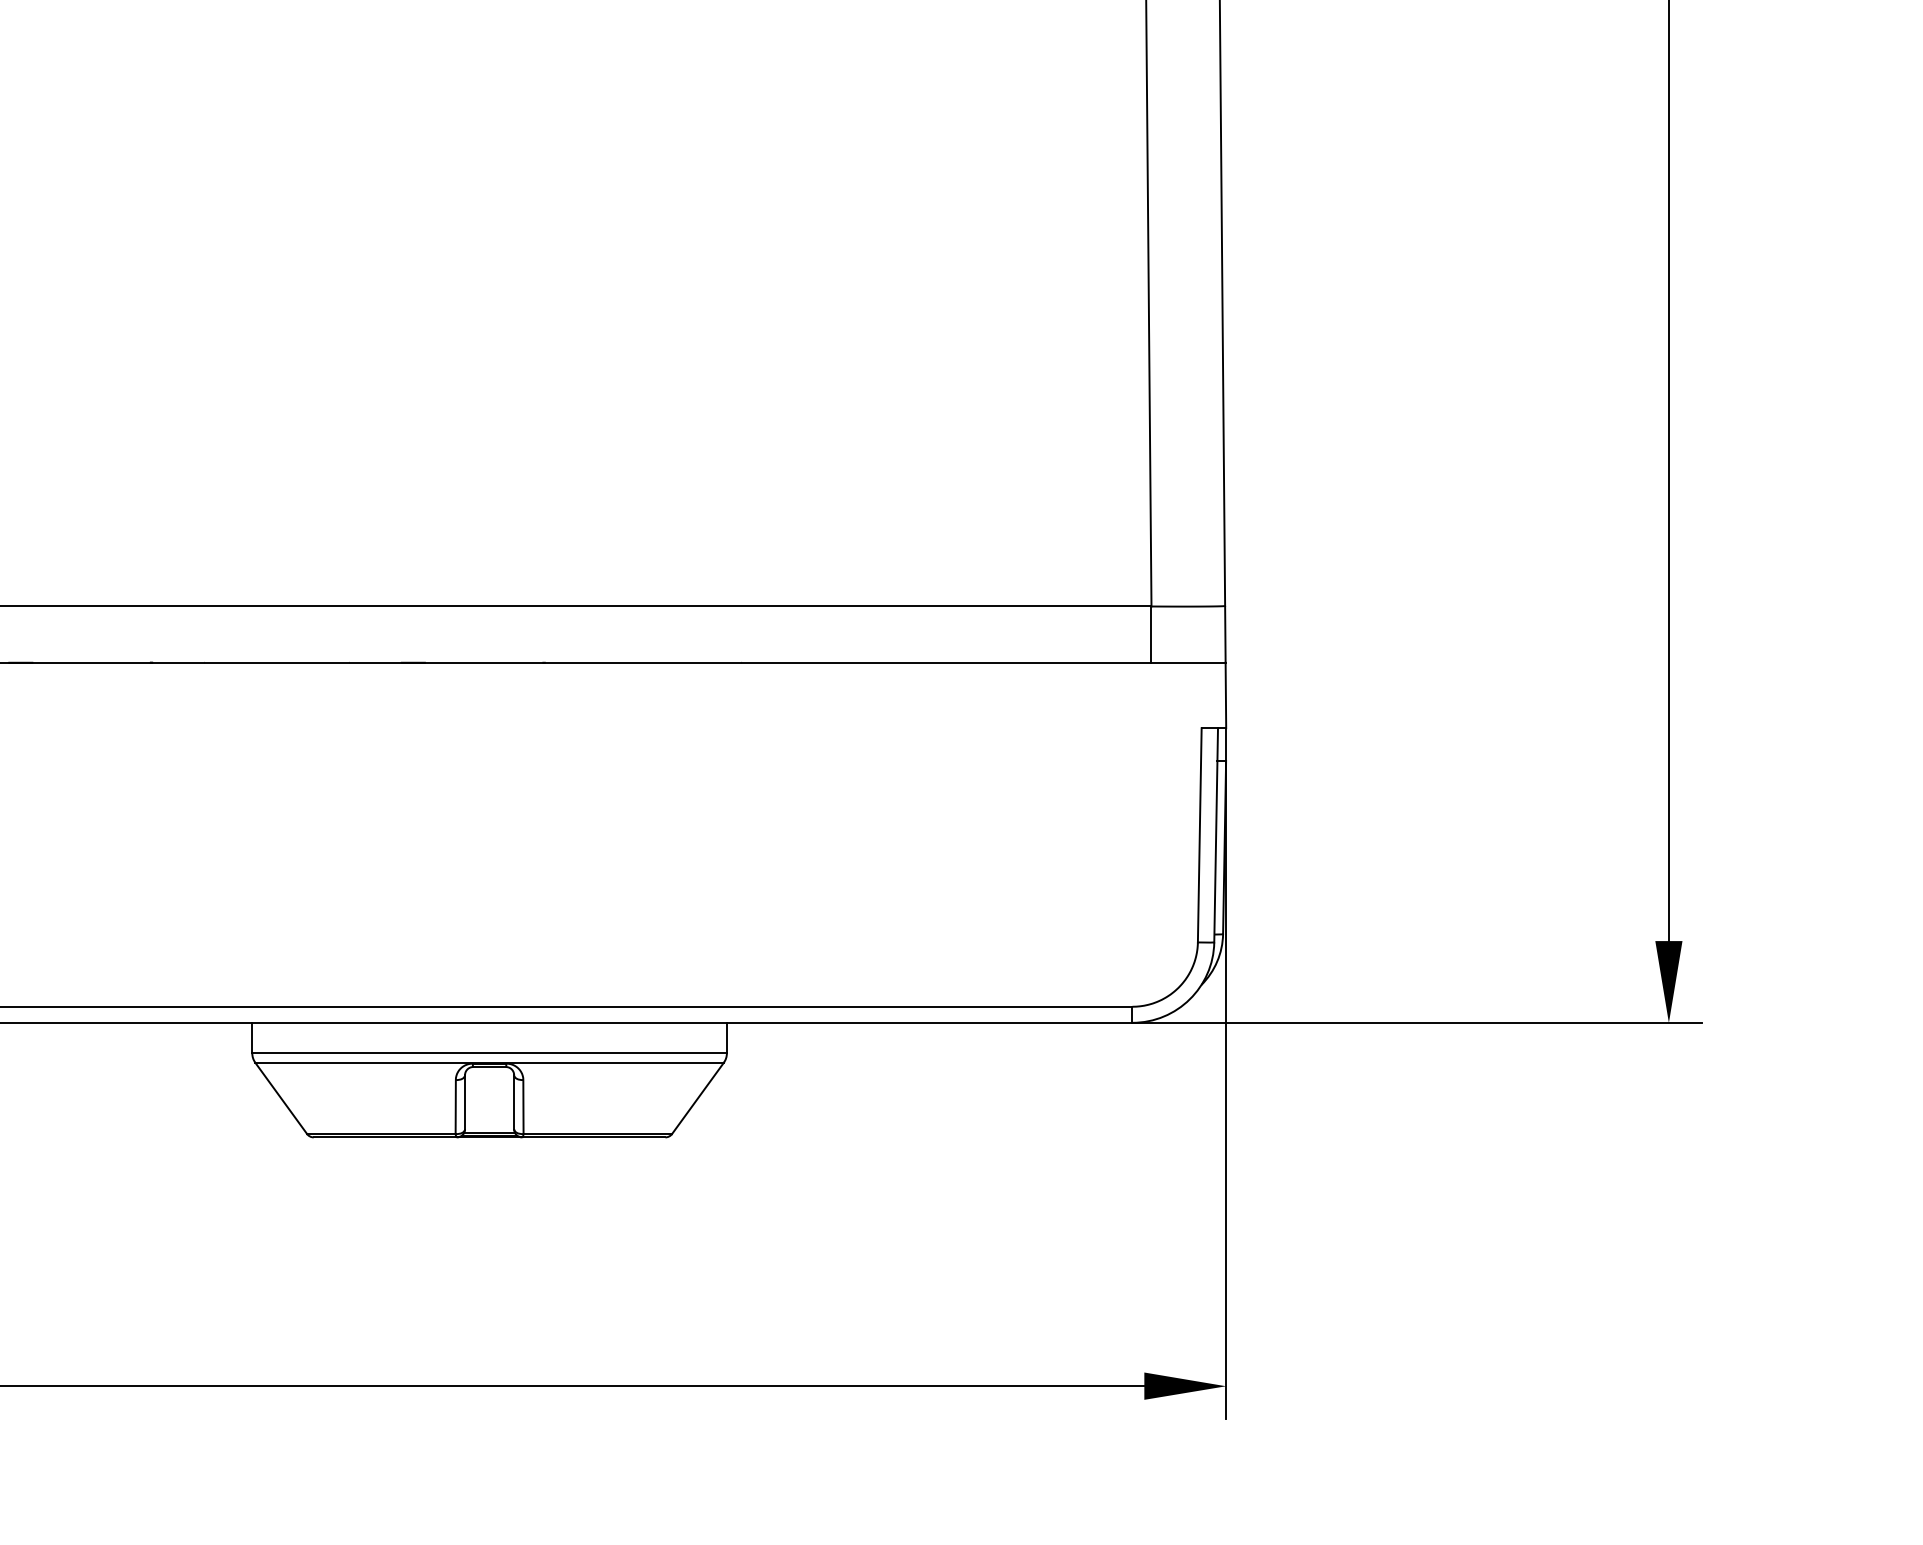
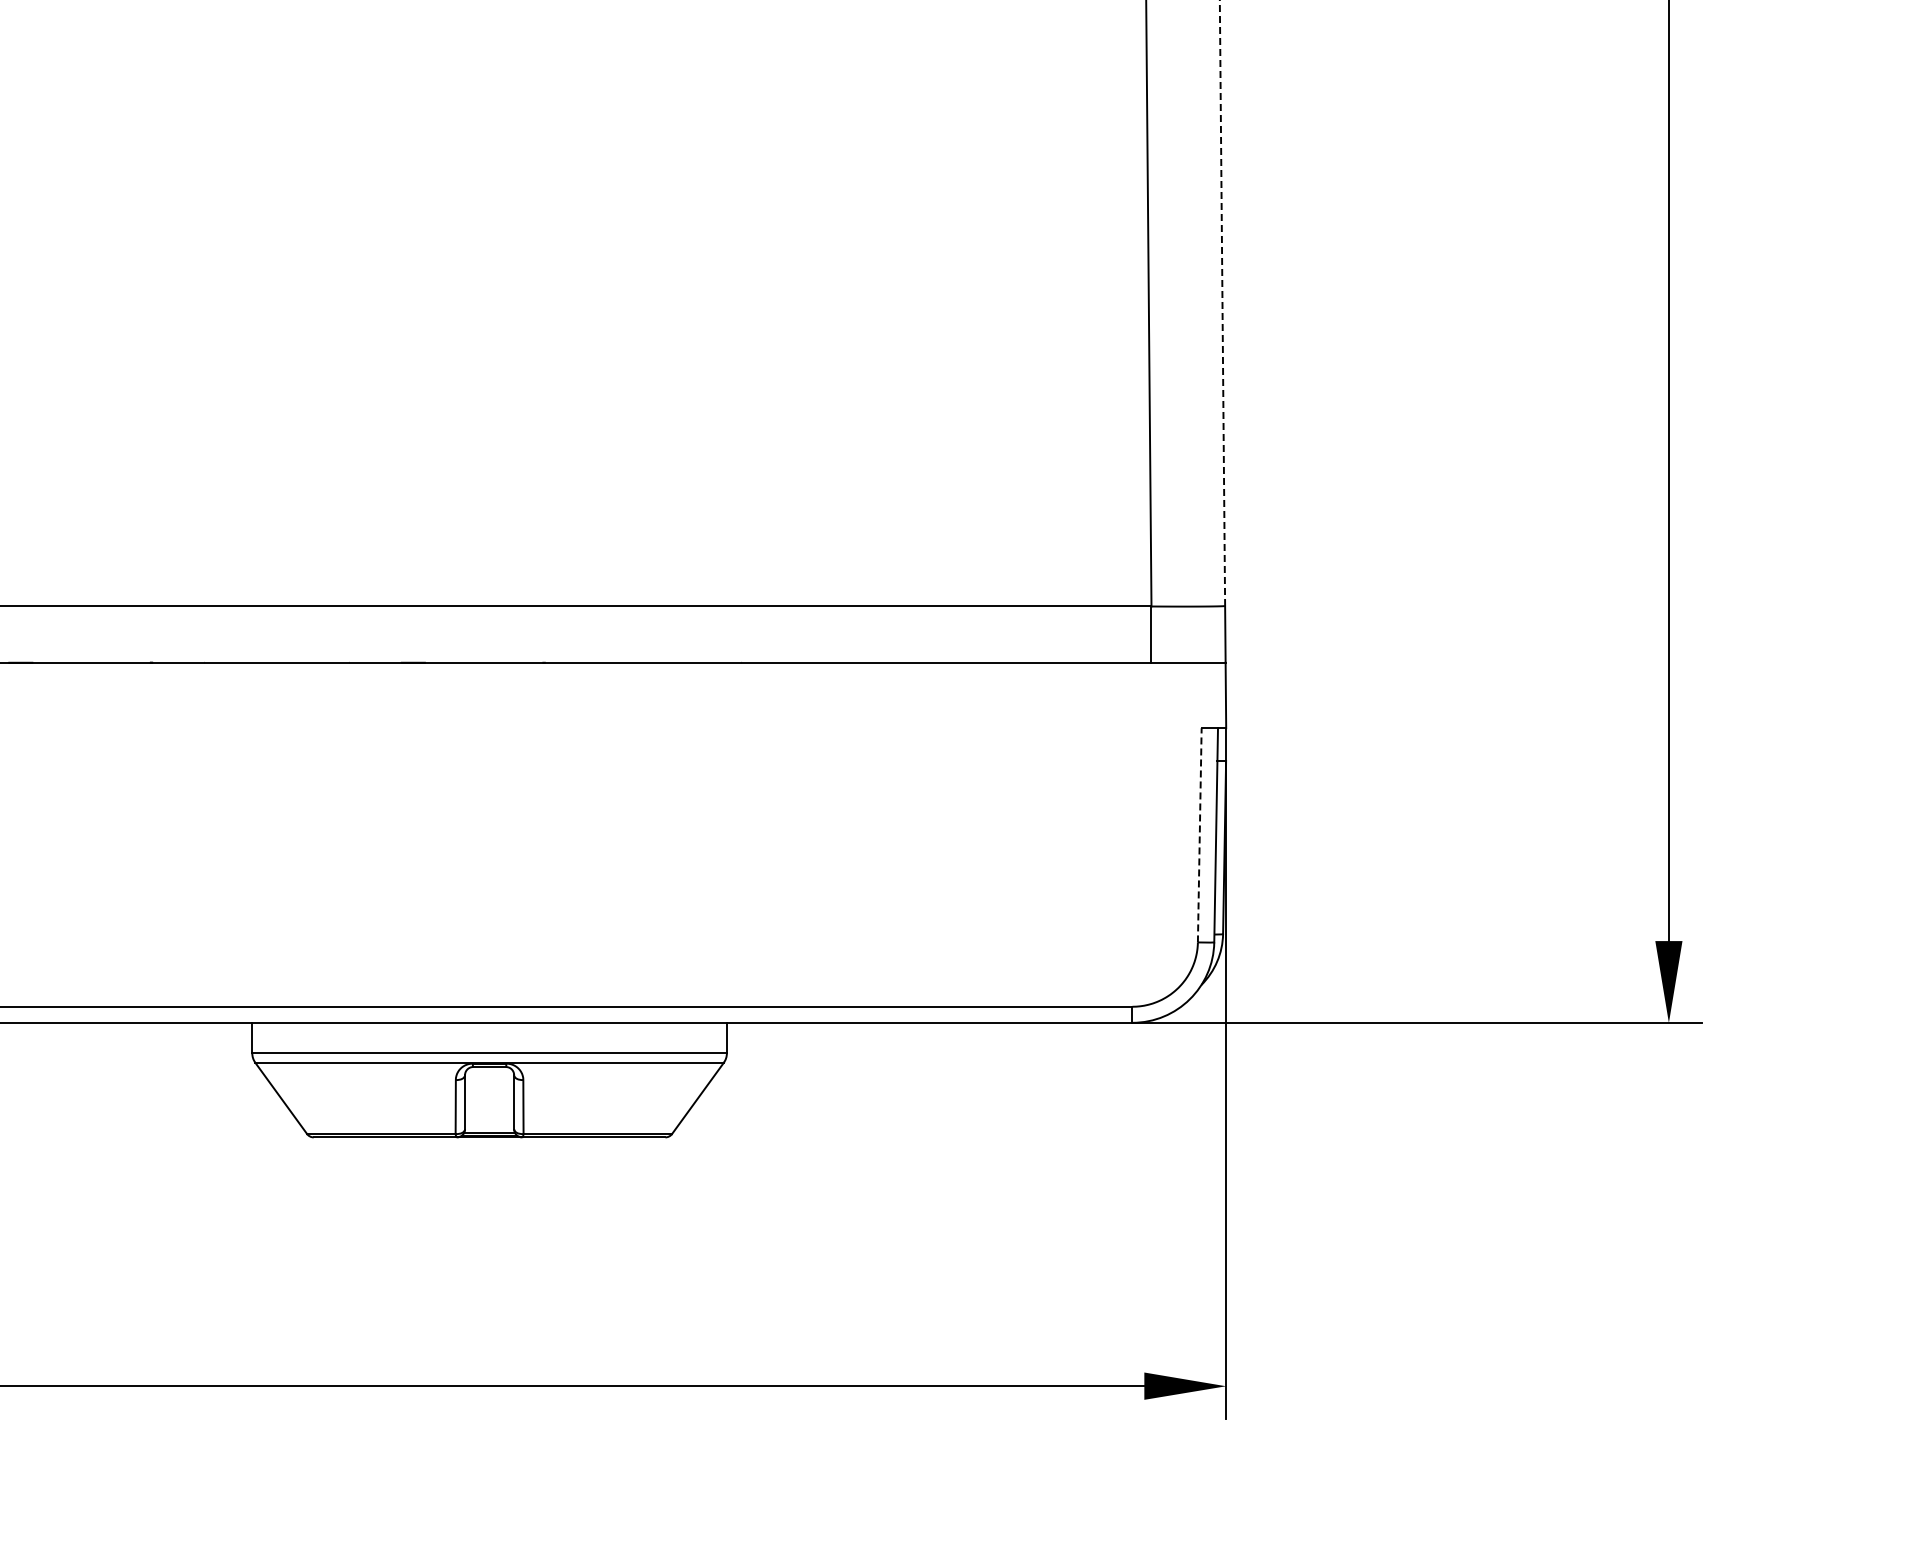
line at (1222, 303): solid -> dashed
line at (1199, 834): solid -> dashed
